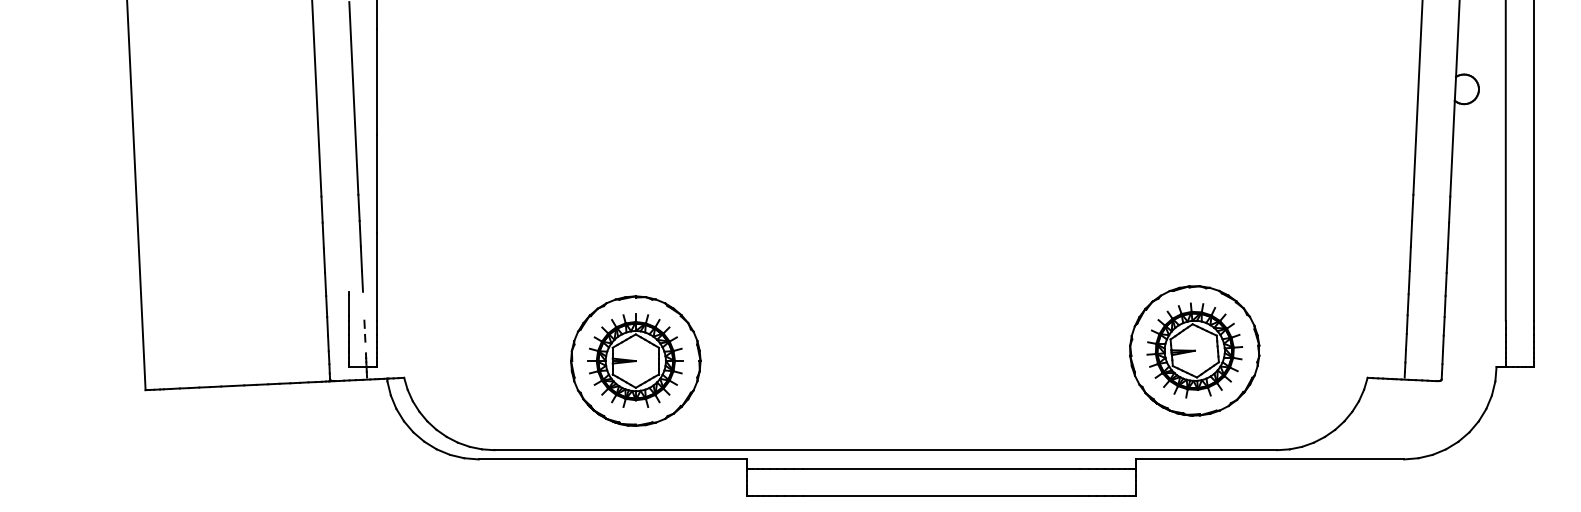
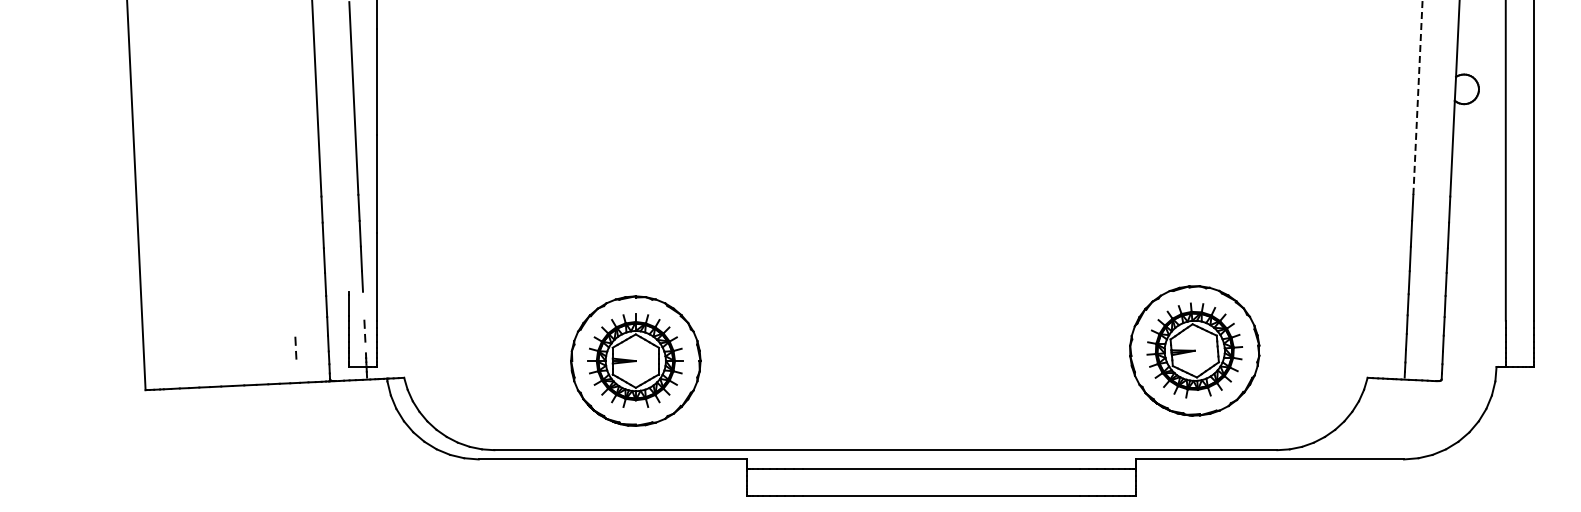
line at (1418, 97): solid -> dashed
line at (295, 345): none -> present
